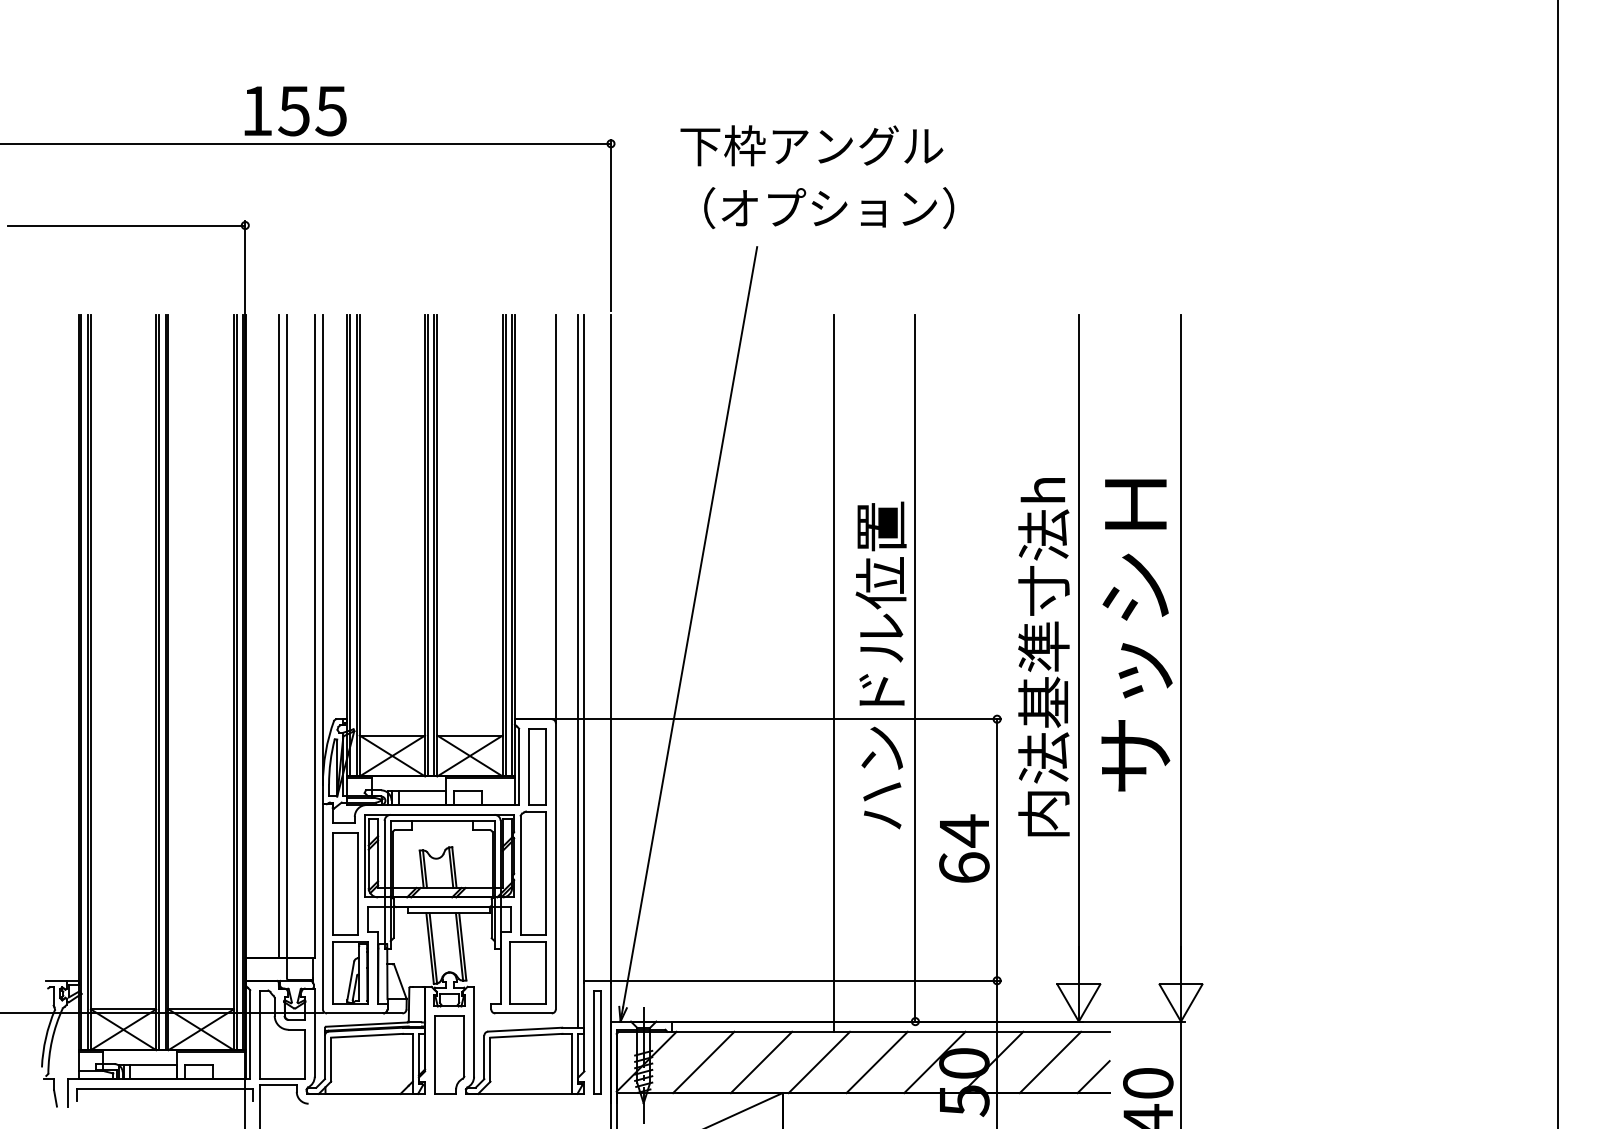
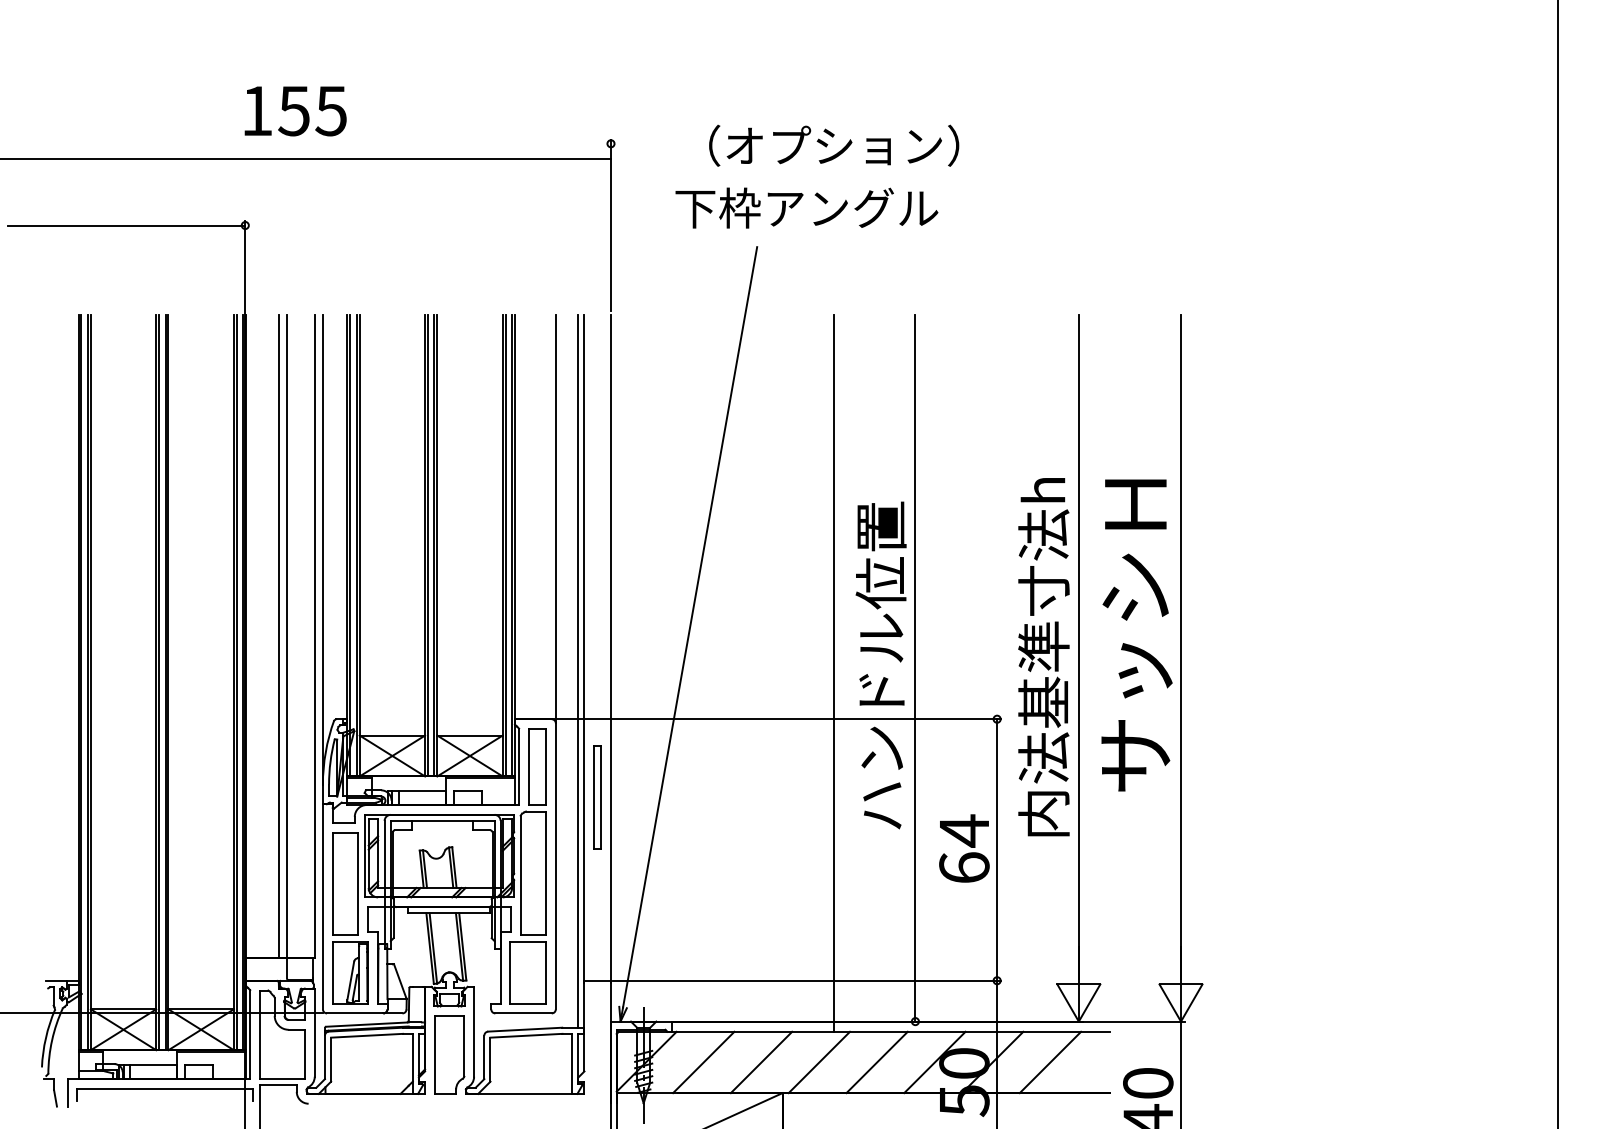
line at (306, 143) position: (306, 143) -> (306, 158)
text at (819, 145): 下枠アングル -> （オプション）
text at (814, 208): （オプション） -> 下枠アングル
part at (597, 1042) position: (597, 1042) -> (597, 797)
line at (1093, 1077): present -> none
